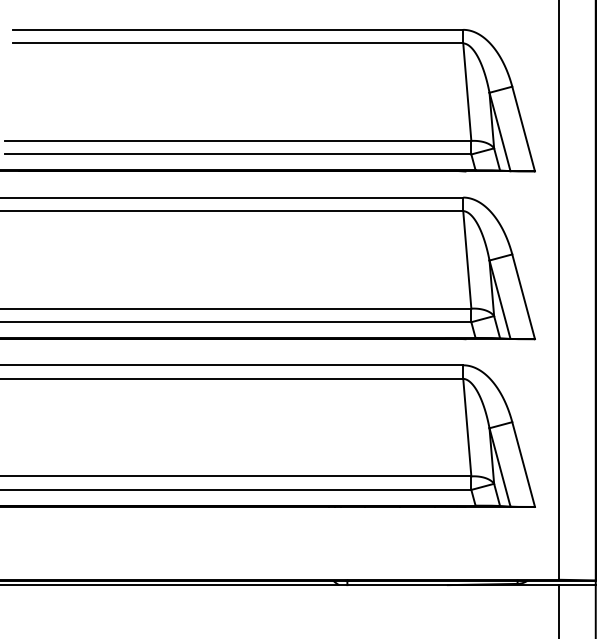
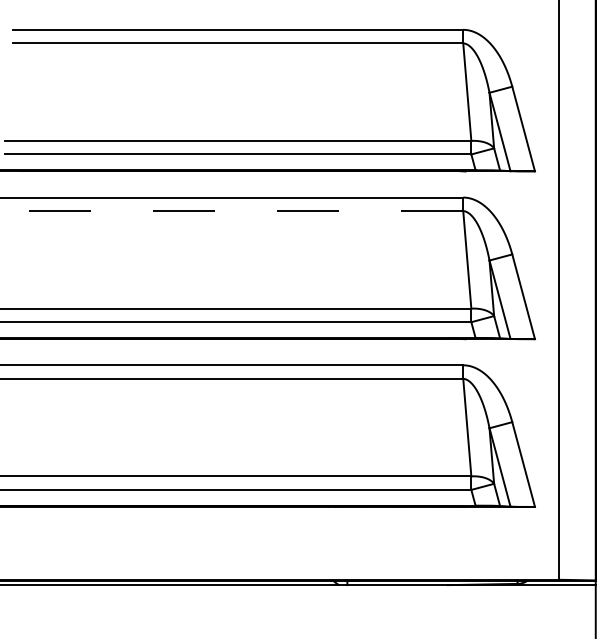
line at (231, 211): solid -> dashed
line at (559, 610): present -> none
